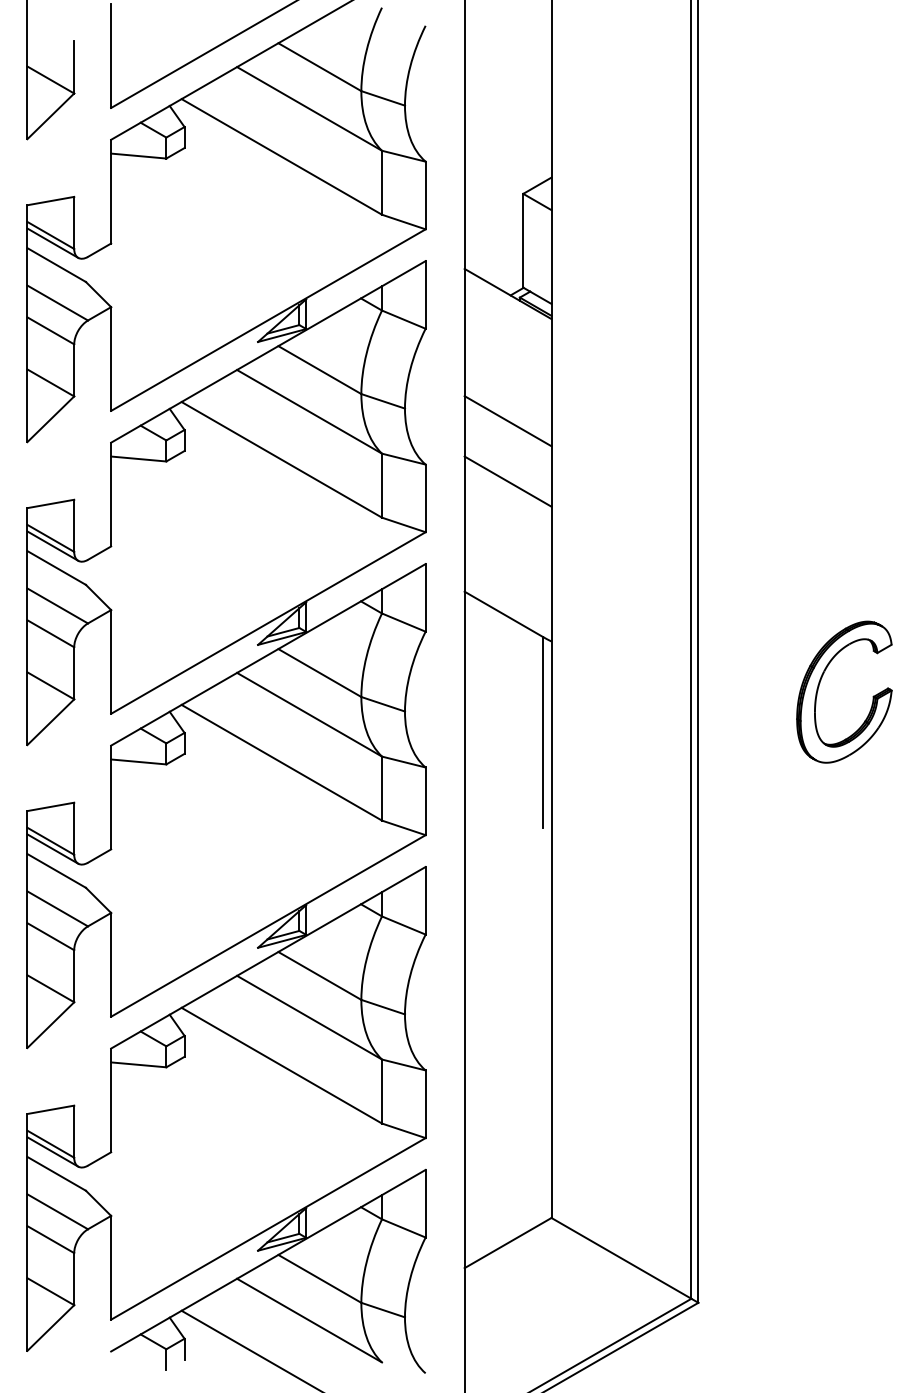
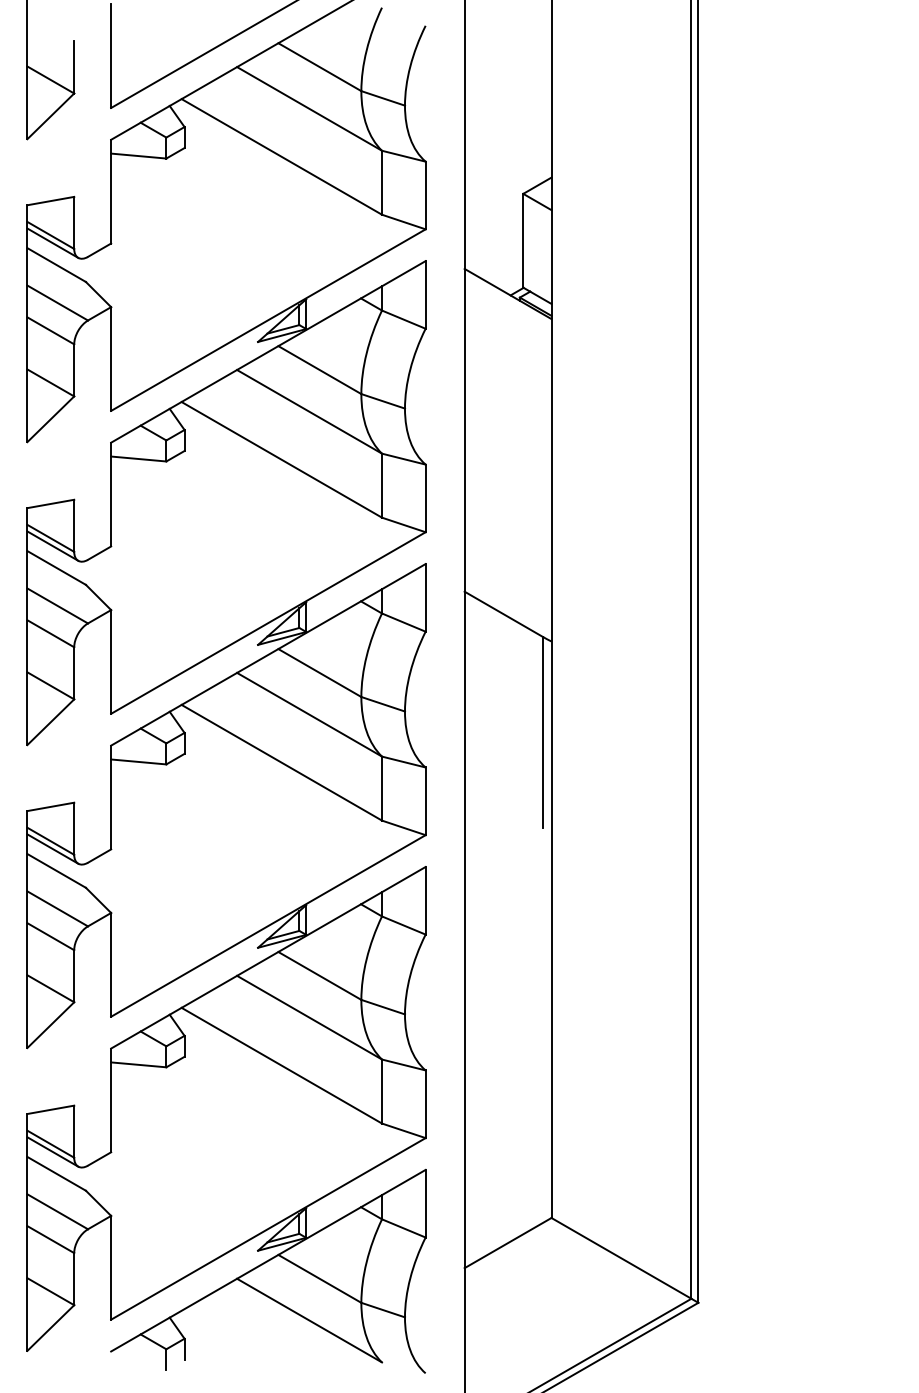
line at (507, 421): present -> none
line at (507, 481): present -> none
part at (820, 683): present -> none
line at (249, 1349): present -> none
